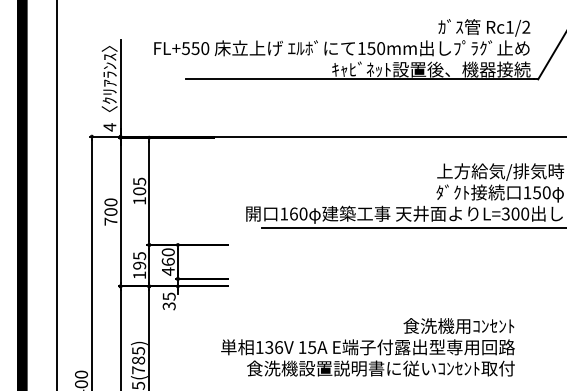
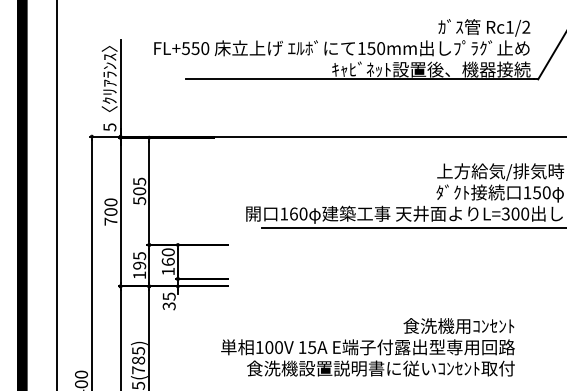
text at (109, 127): 4 -> 5
text at (139, 201): 105 -> 505
text at (168, 271): 460 -> 160
text at (274, 347): 136V -> 100V
